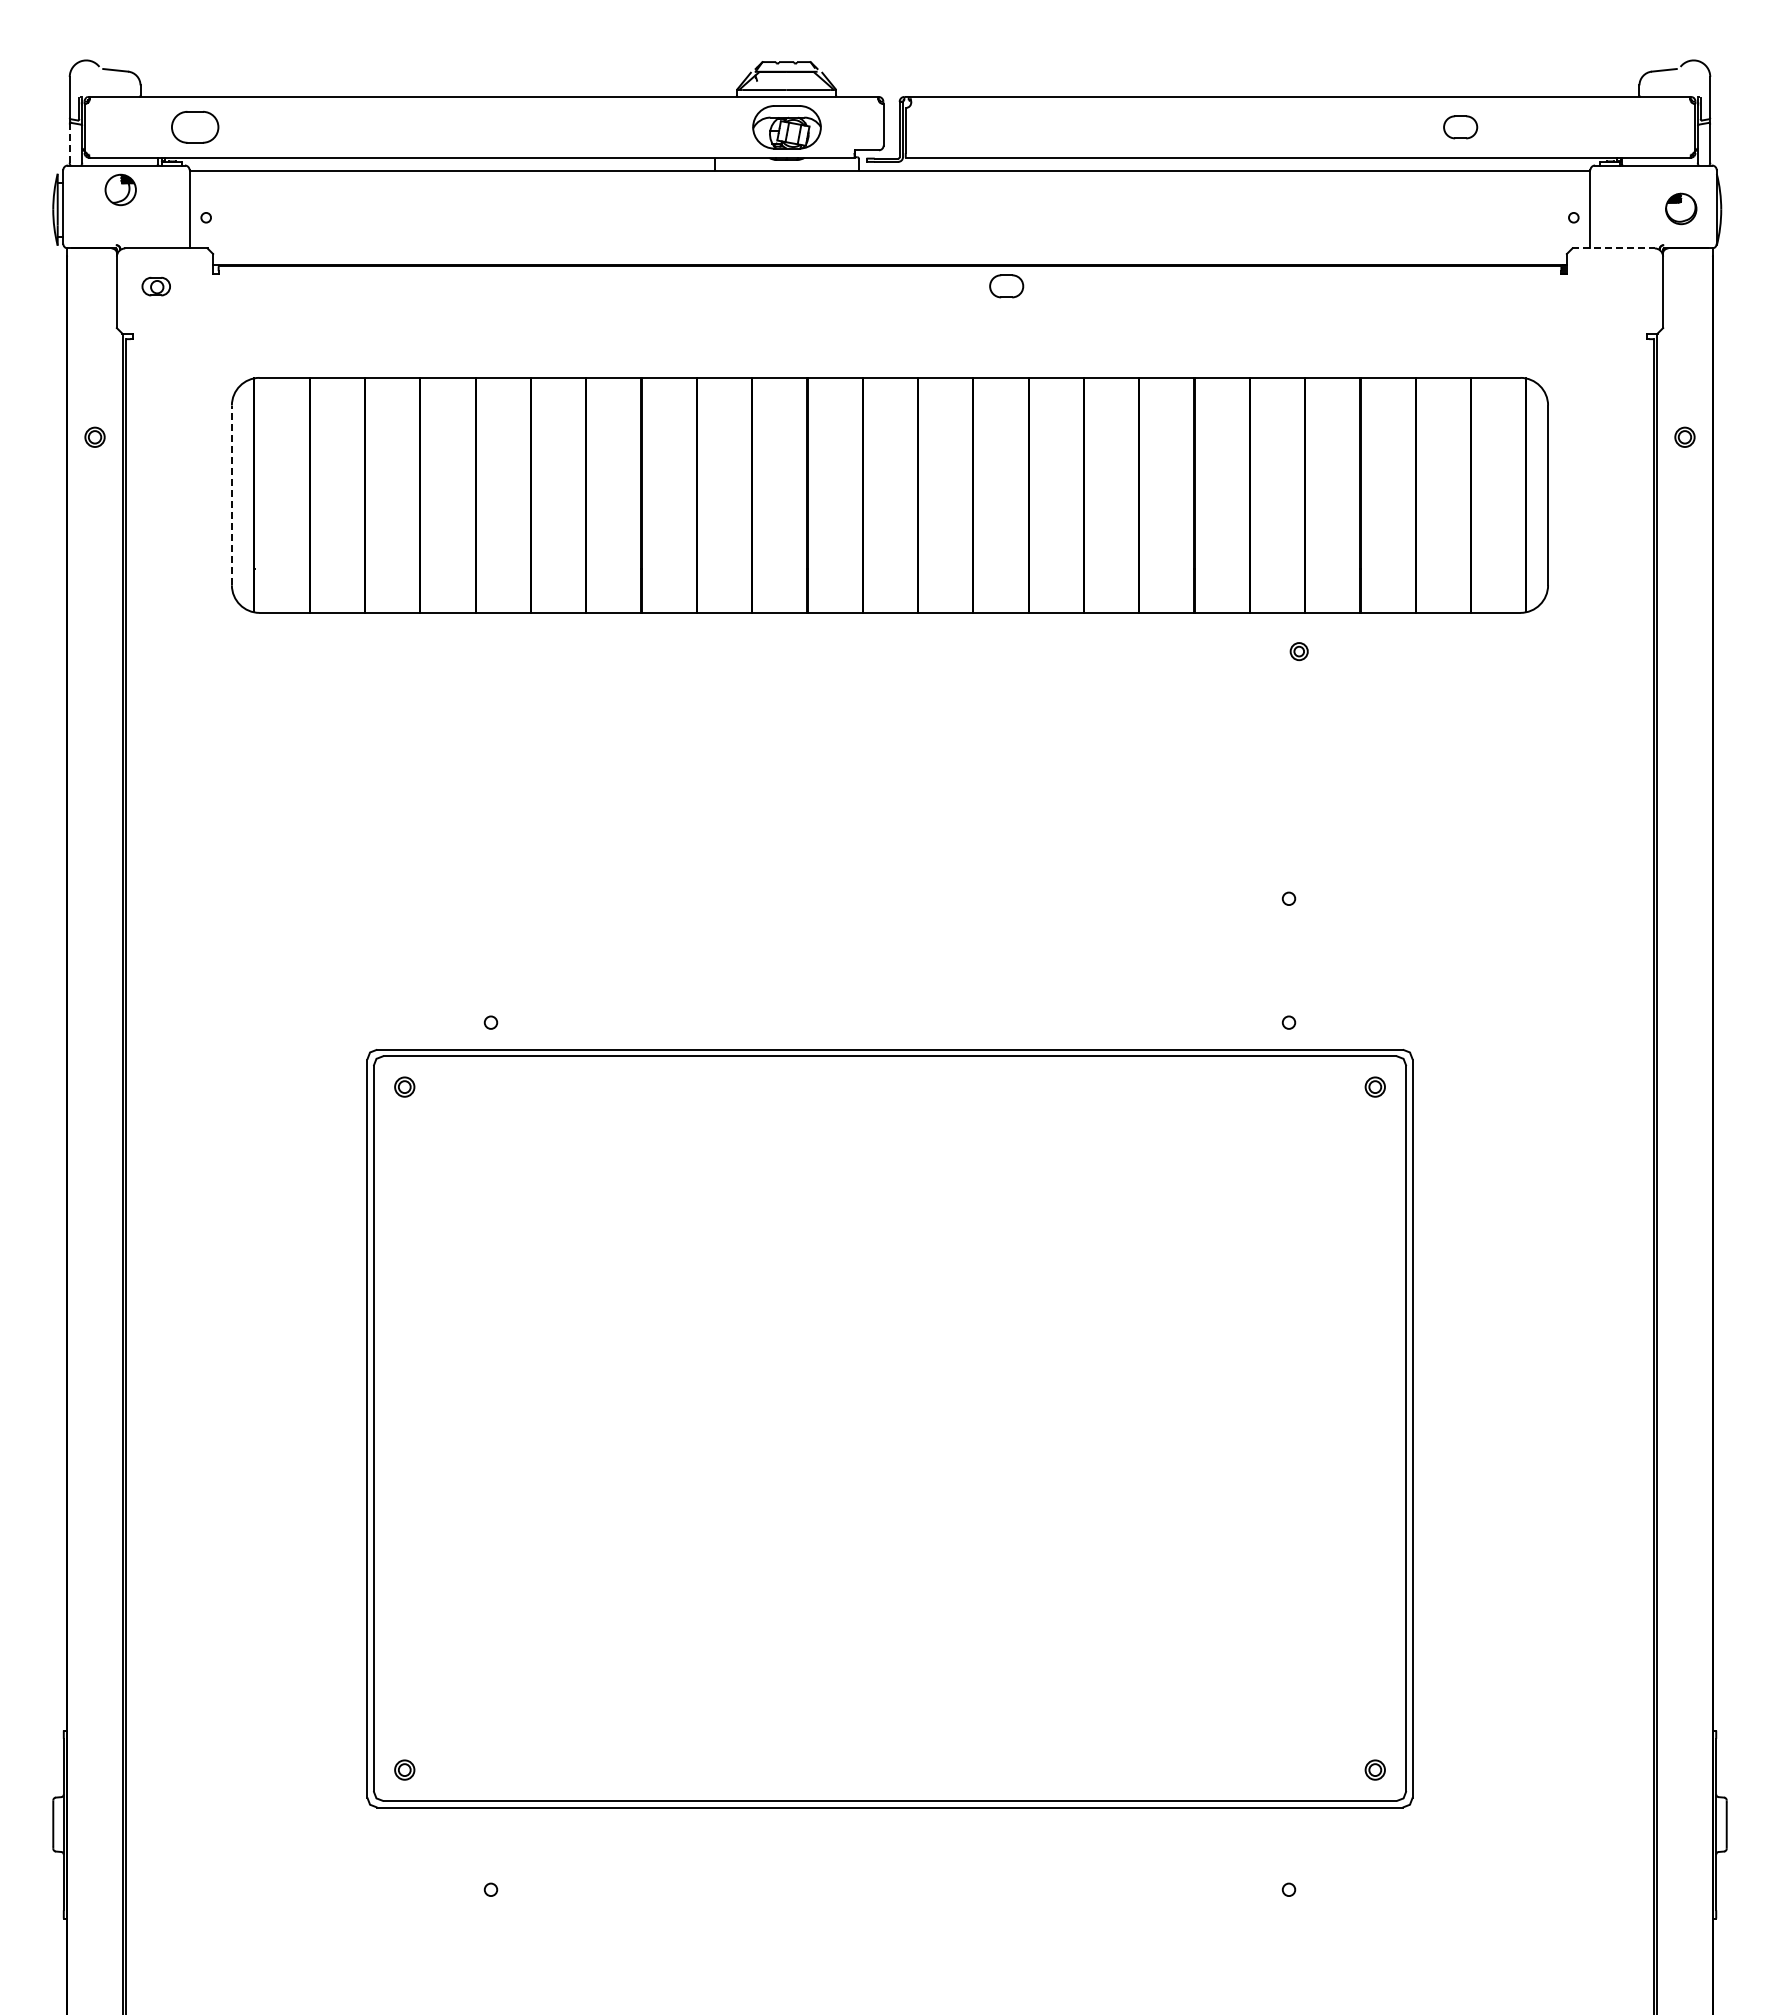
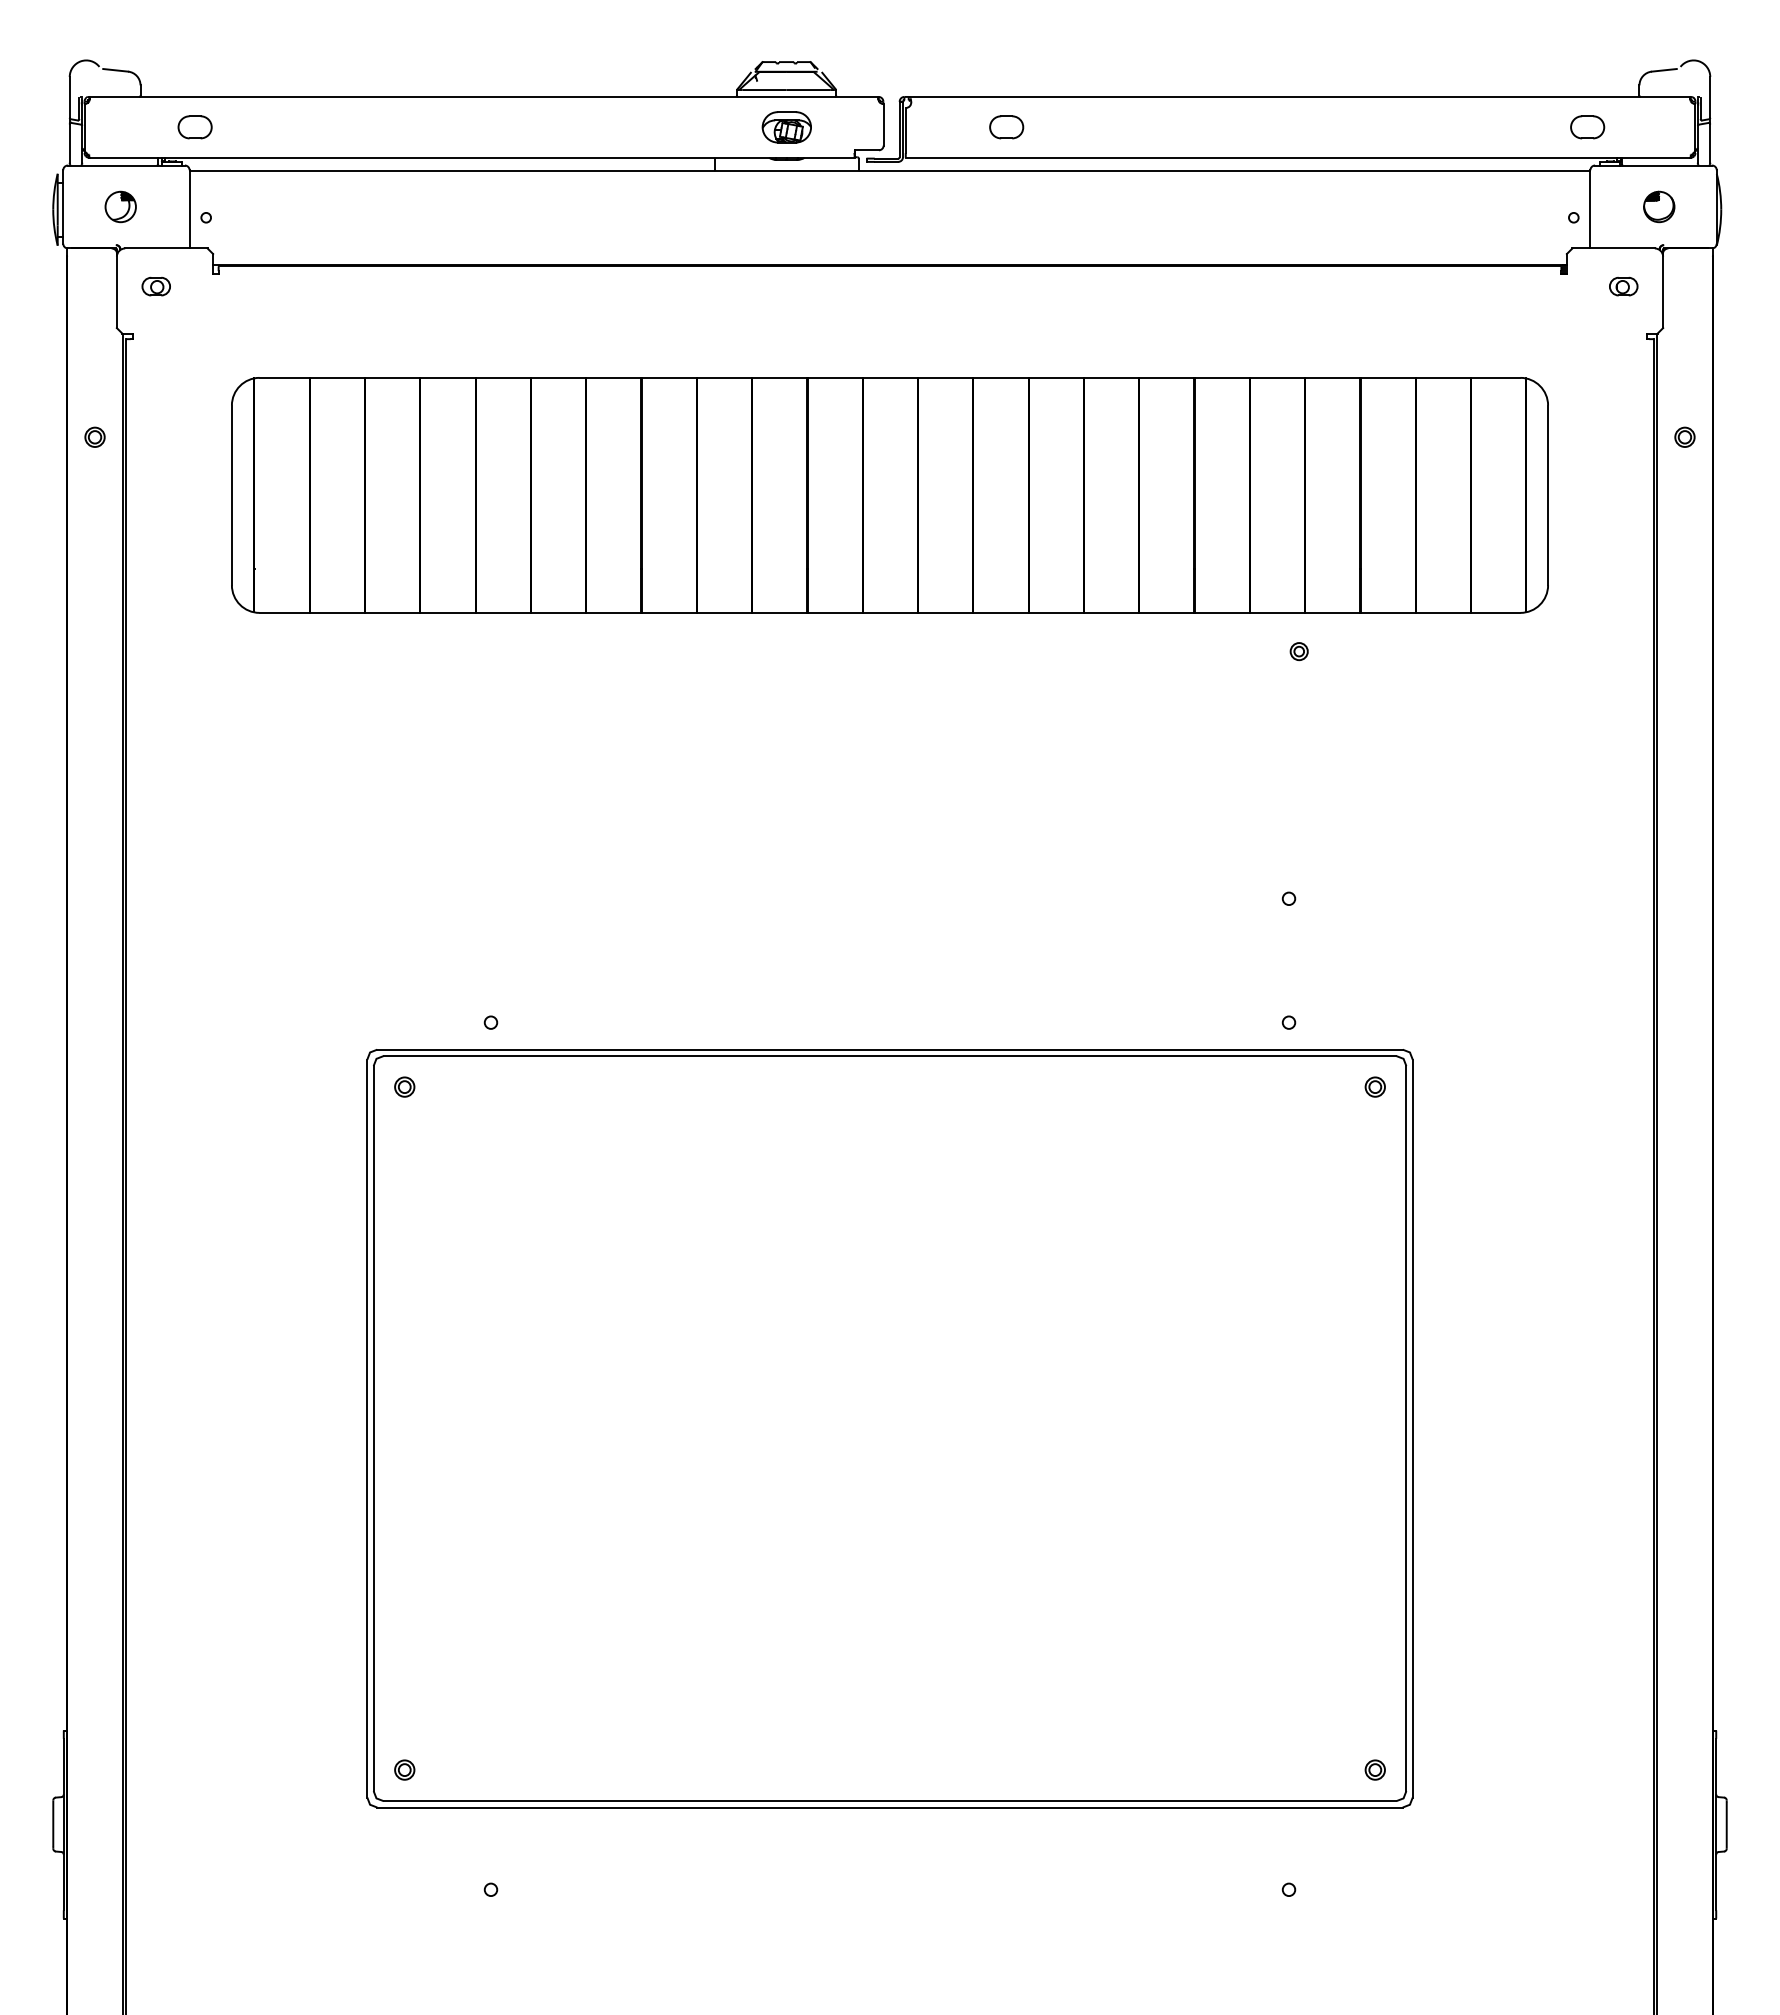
part at (195, 126) size: 49x34 px -> 36x25 px
part at (786, 127) size: 70x45 px -> 51x33 px
part at (1460, 127) position: (1460, 127) -> (1587, 127)
line at (69, 143): dashed -> solid
part at (120, 189) position: (120, 189) -> (120, 206)
part at (1681, 208) position: (1681, 208) -> (1659, 206)
line at (1614, 248): dashed -> solid
part at (1006, 286) position: (1006, 286) -> (1006, 127)
part at (1623, 286): none -> present
line at (231, 495): dashed -> solid
